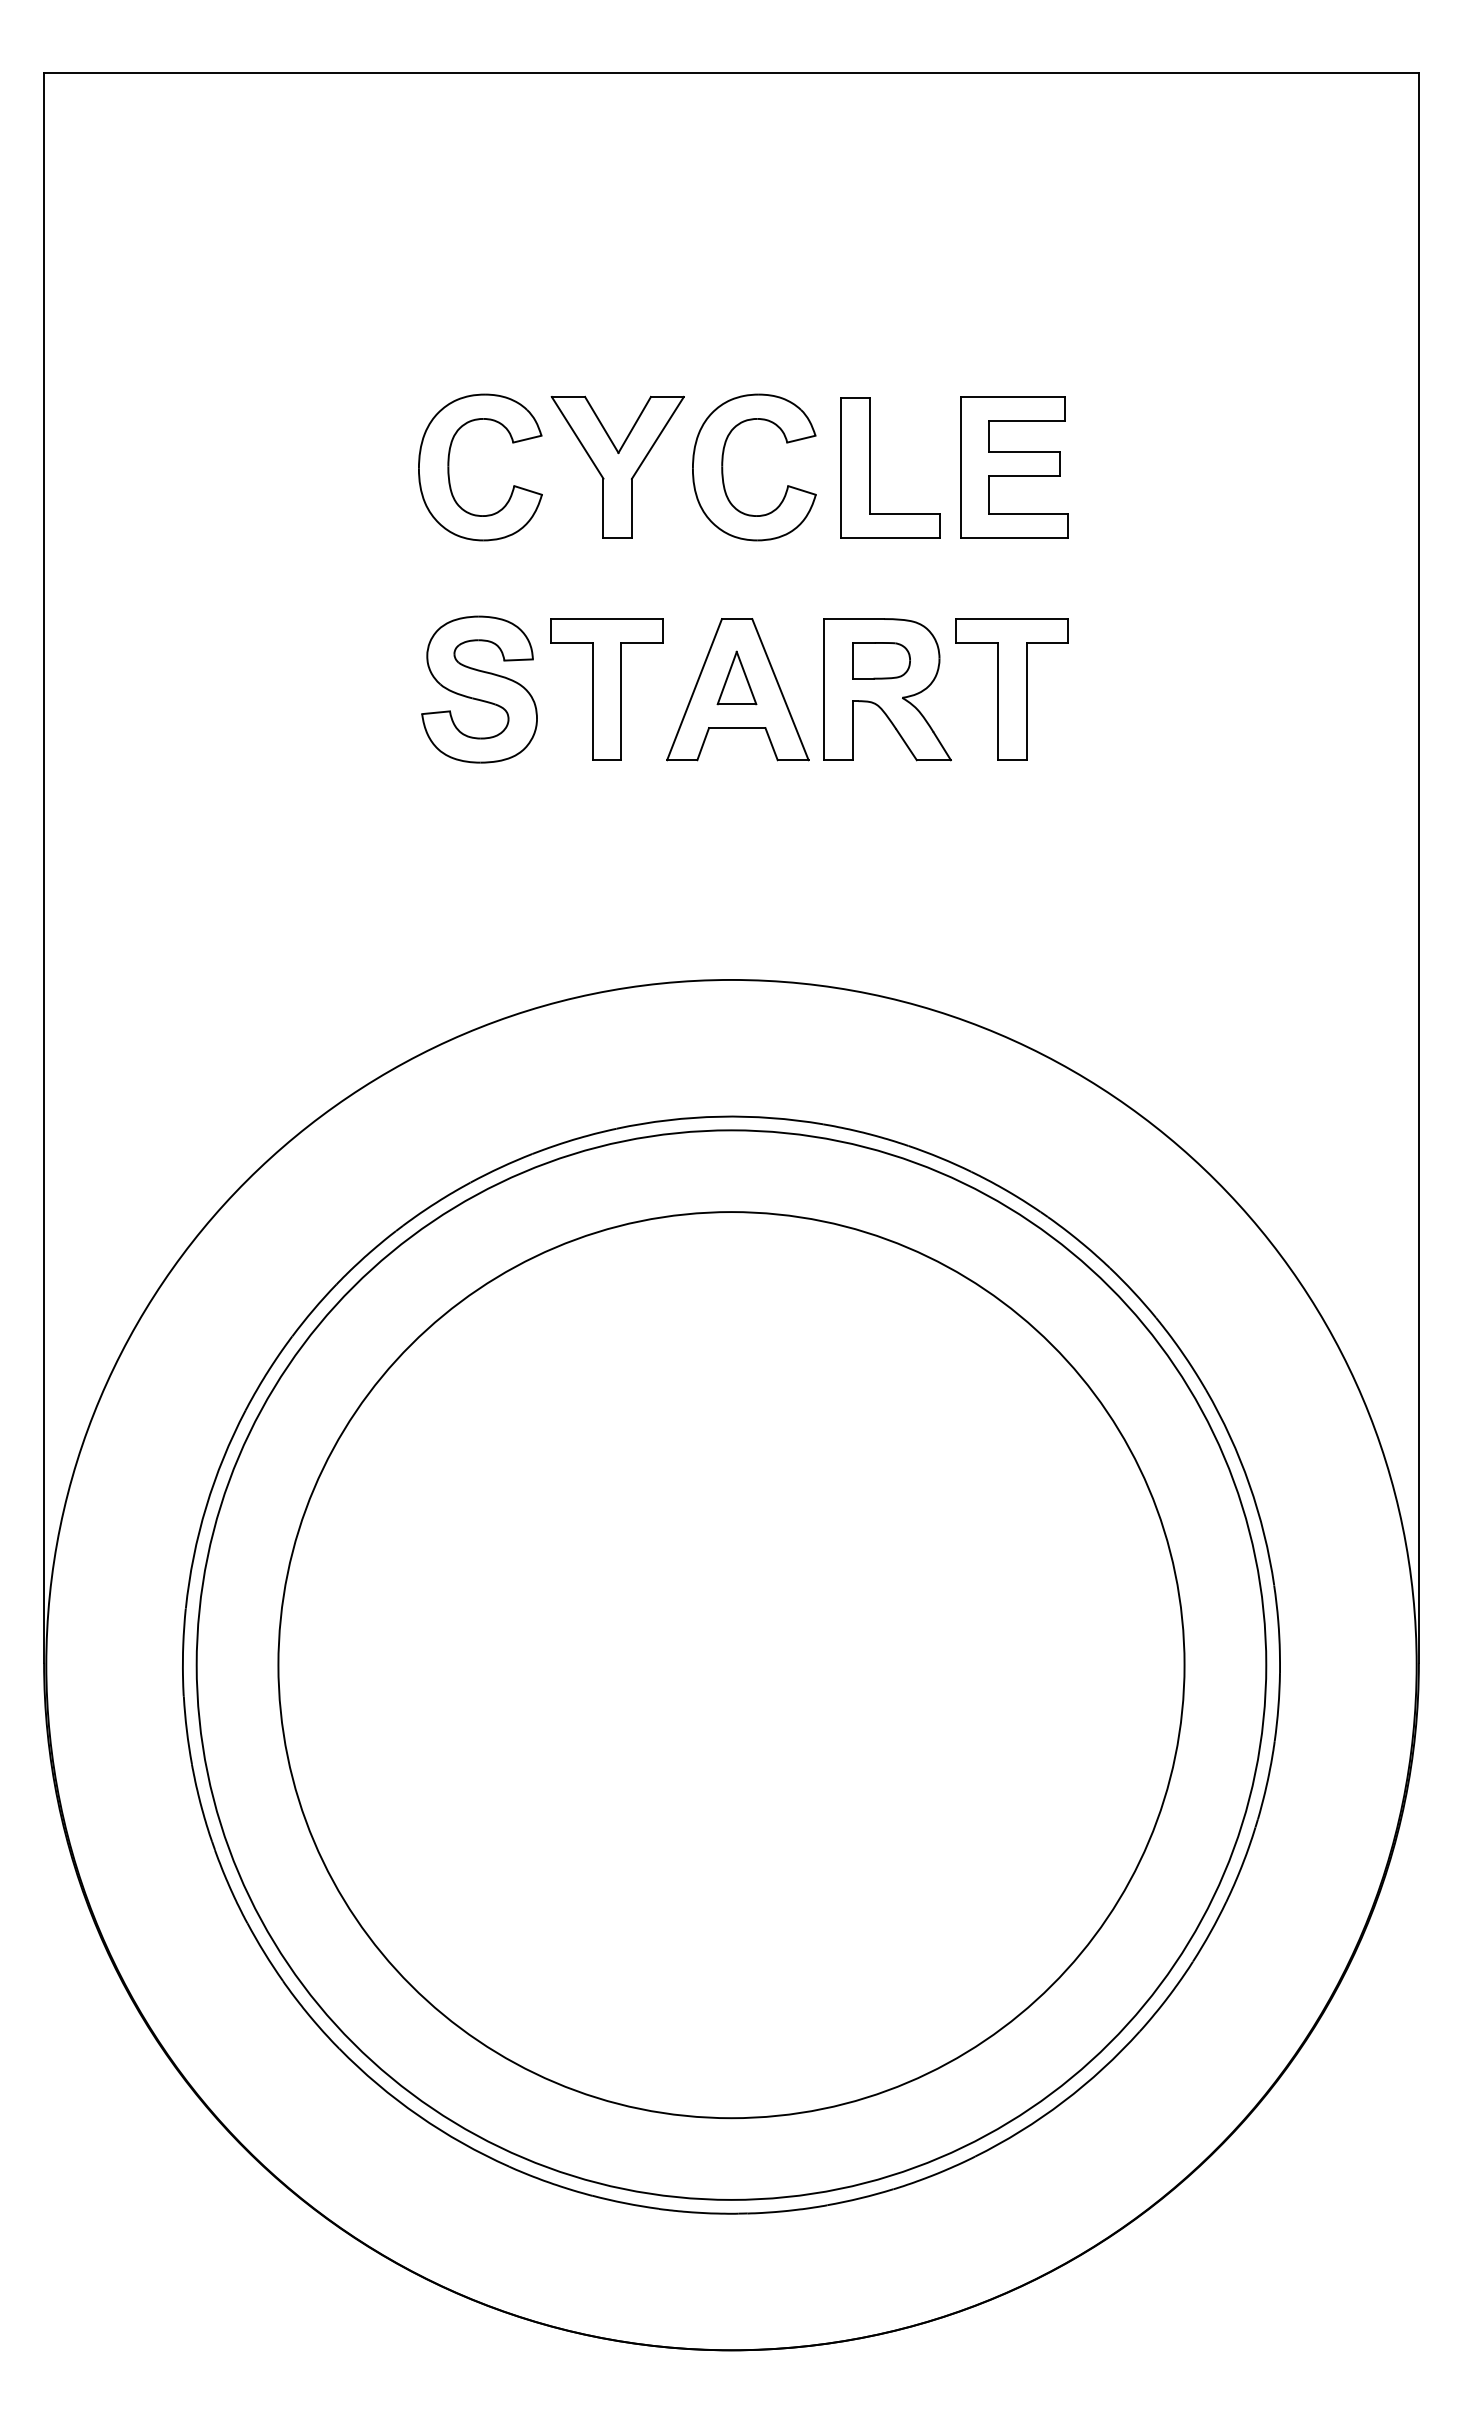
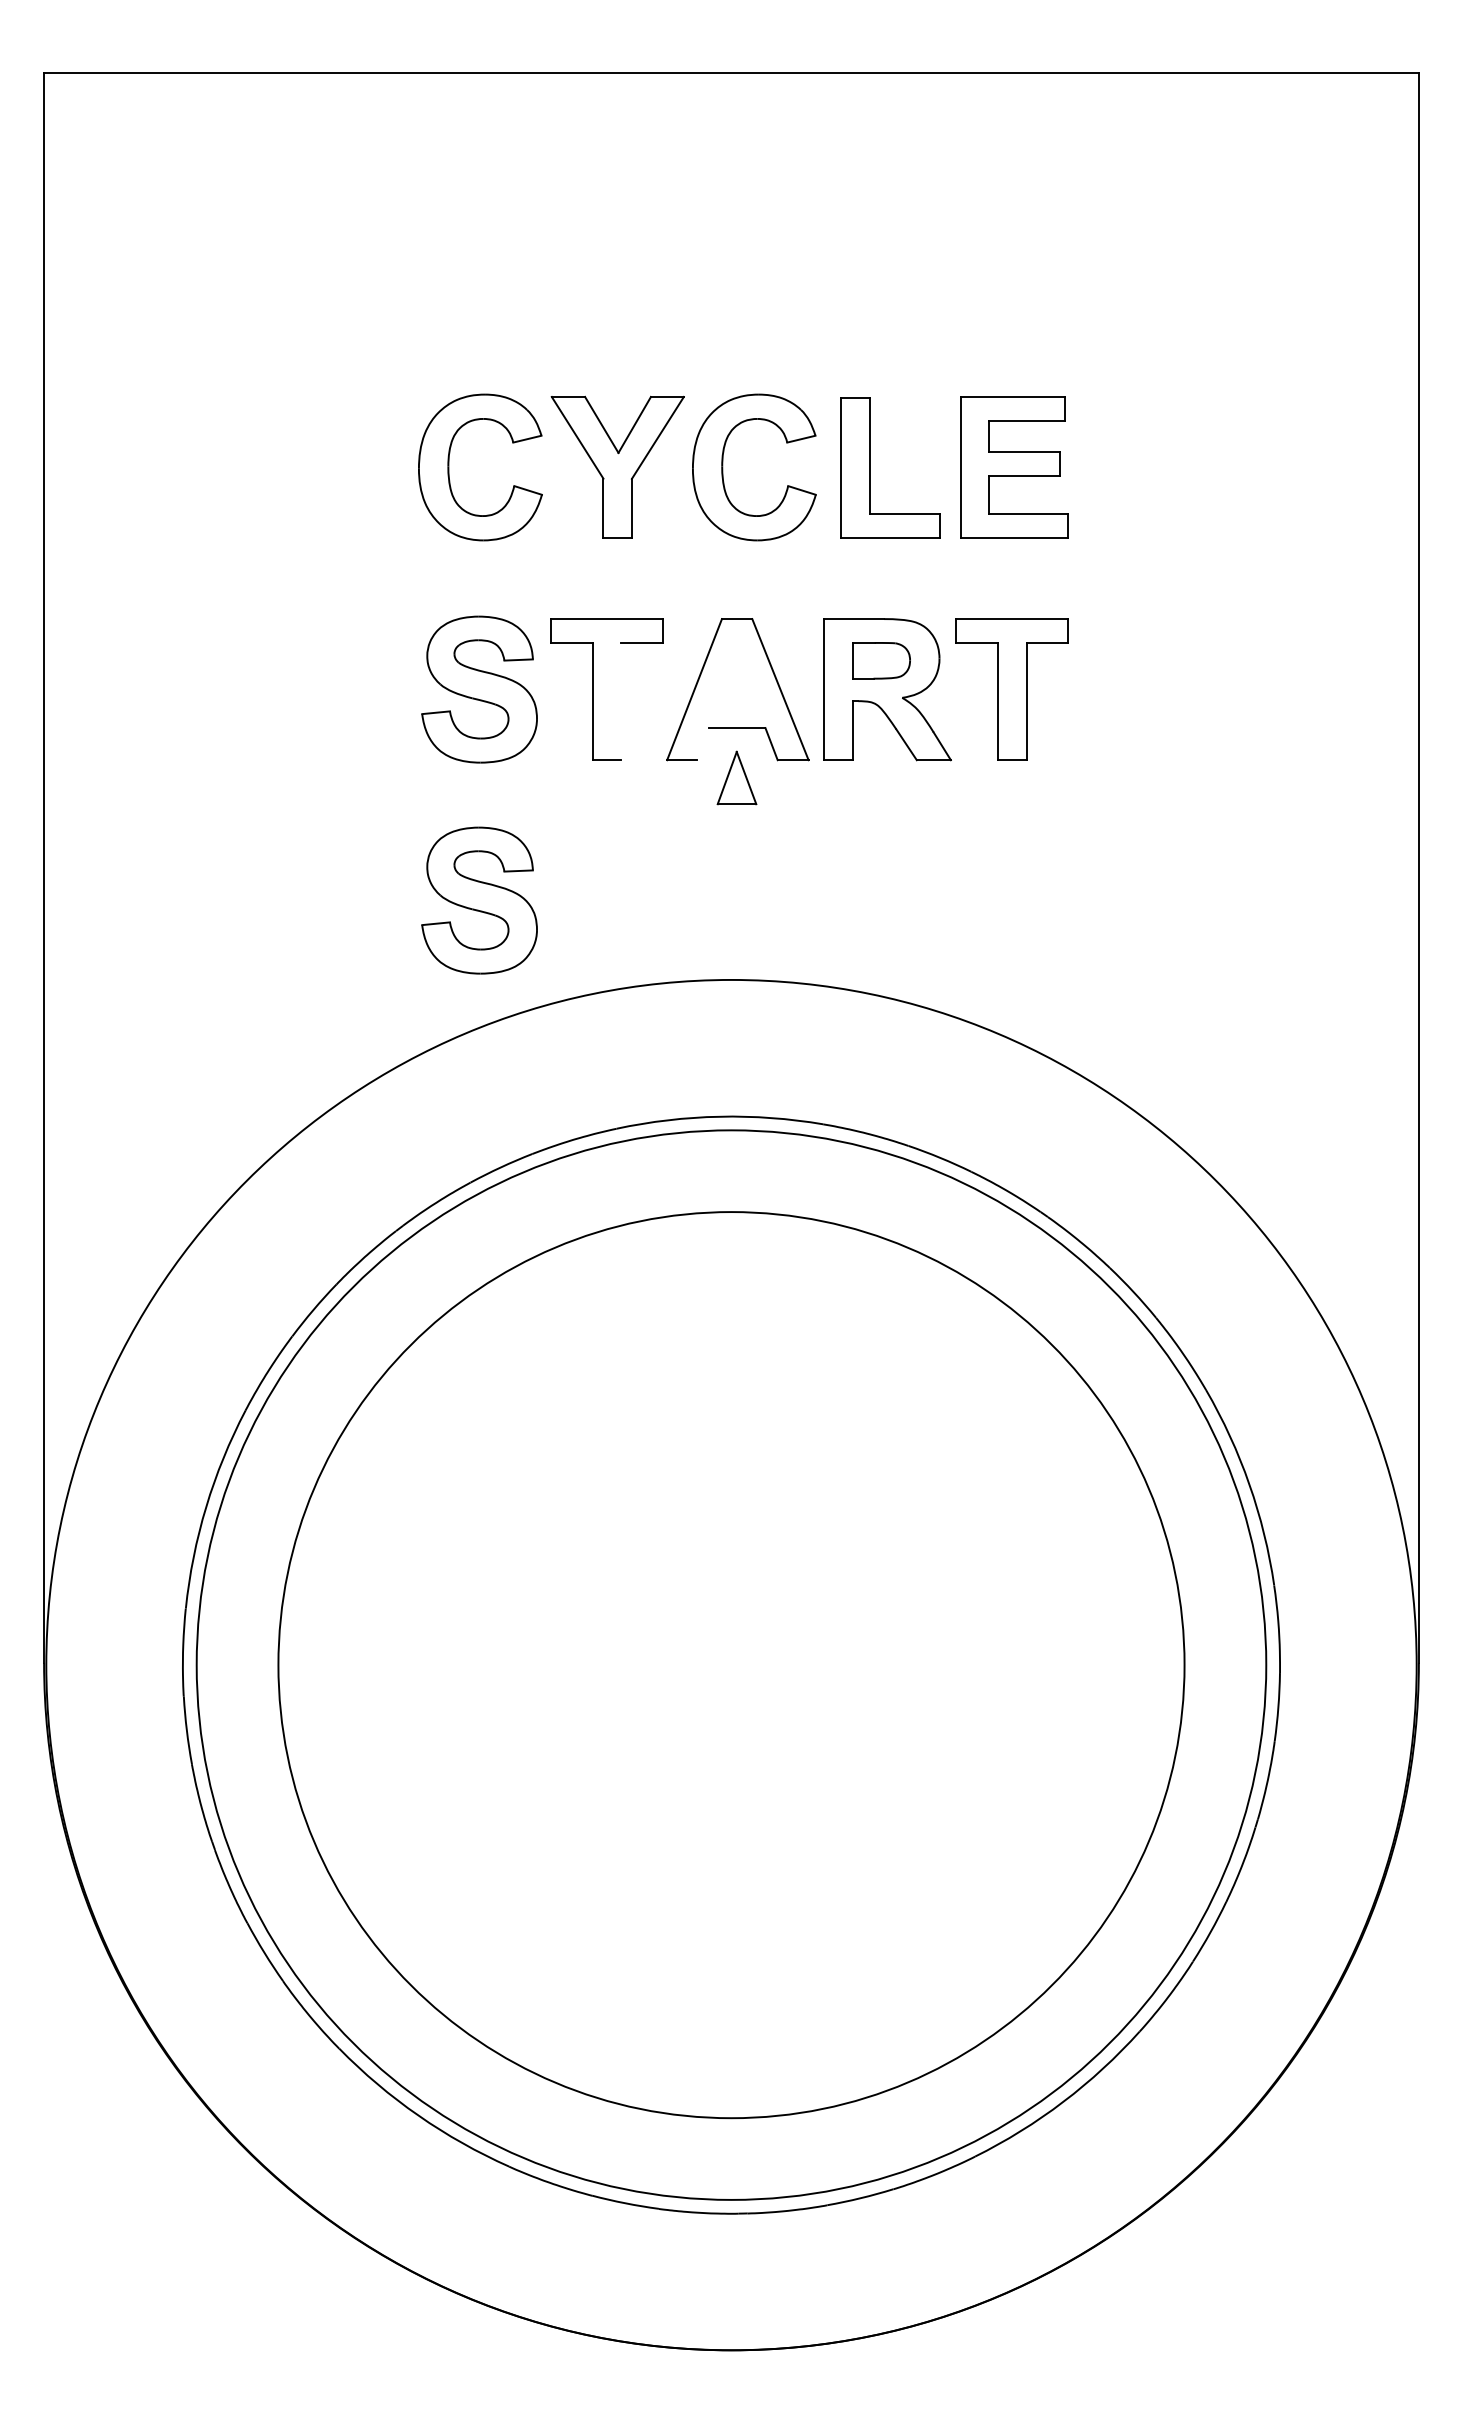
part at (736, 677) position: (736, 677) -> (736, 777)
line at (621, 701): present -> none
line at (703, 744): present -> none
part at (479, 900): none -> present
